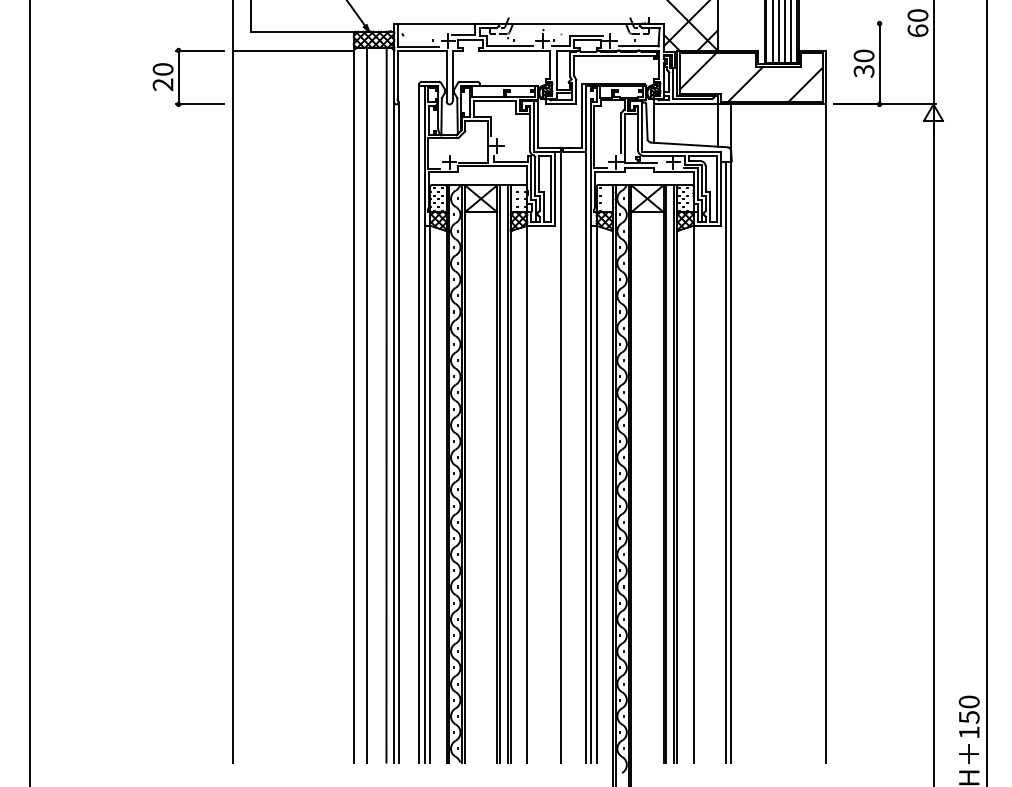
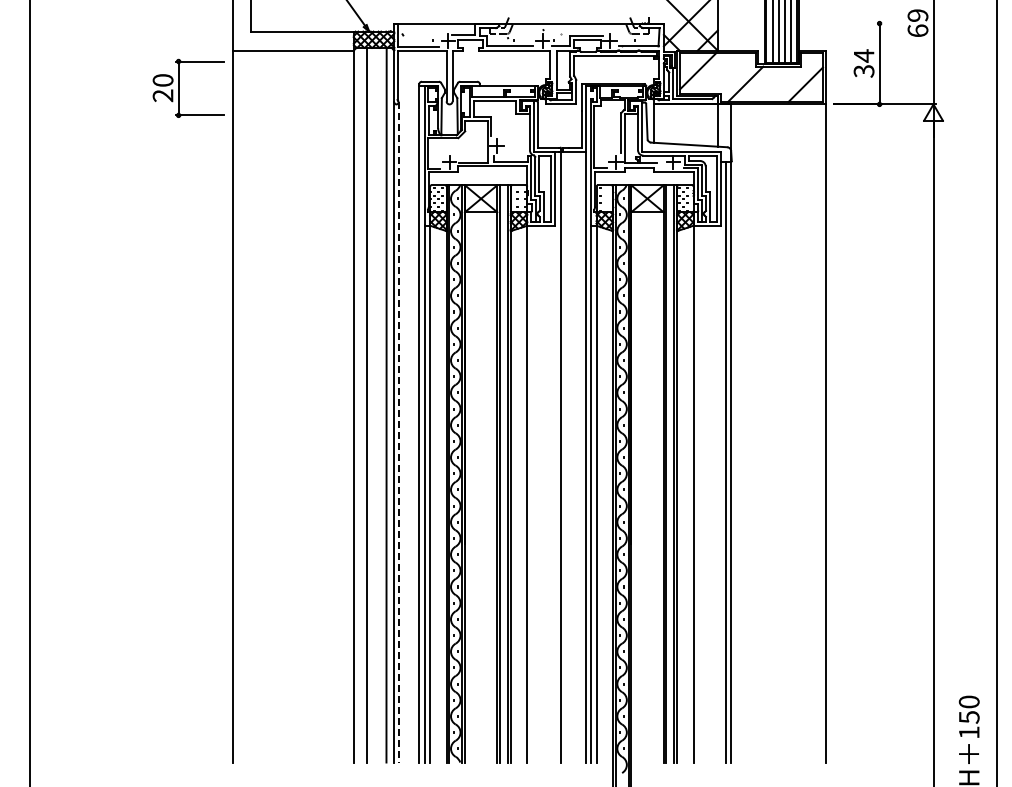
text at (917, 15): 60 -> 69
text at (863, 55): 30 -> 34
part at (179, 76) position: (179, 76) -> (179, 87)
line at (987, 392) position: (987, 392) -> (997, 392)
line at (398, 432): solid -> dashed
